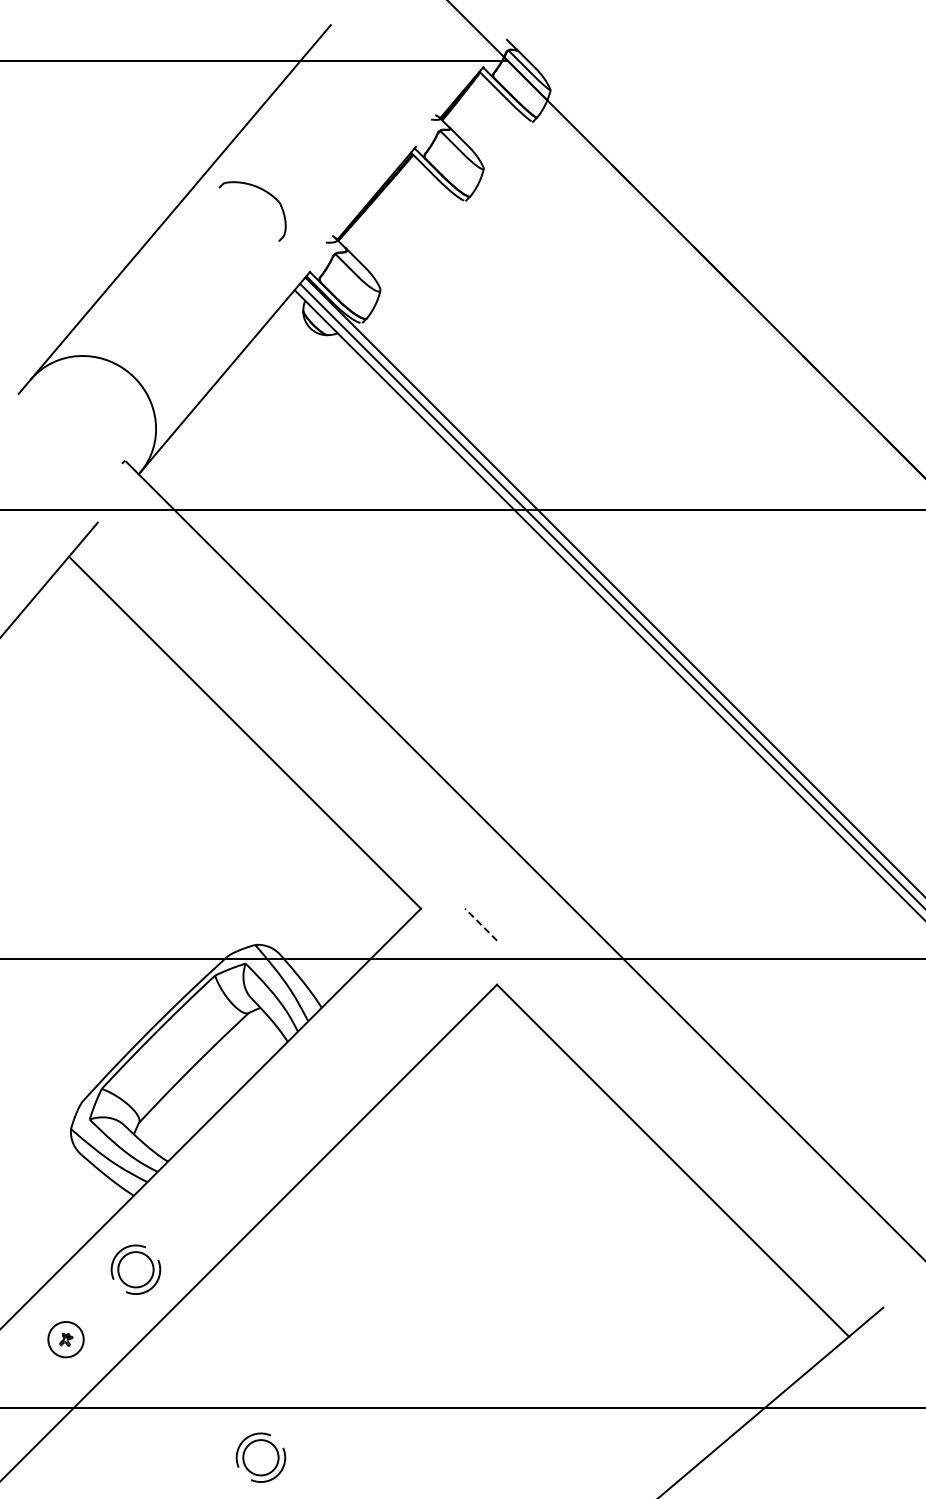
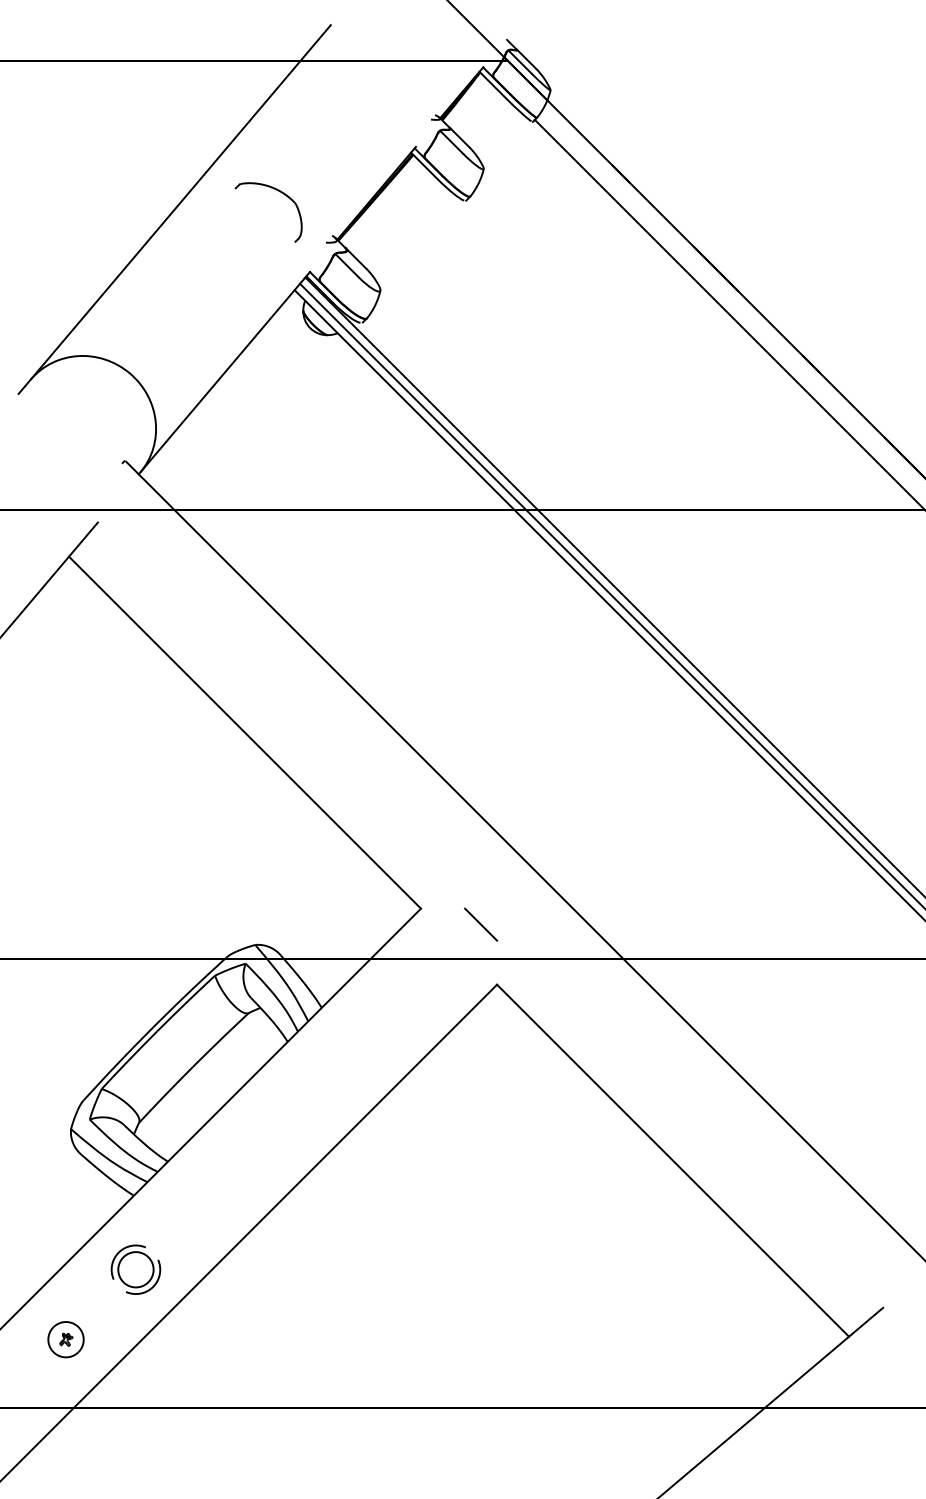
part at (265, 192) position: (265, 192) -> (281, 193)
line at (728, 313): none -> present
line at (481, 924): dashed -> solid
part at (260, 1457): present -> none
